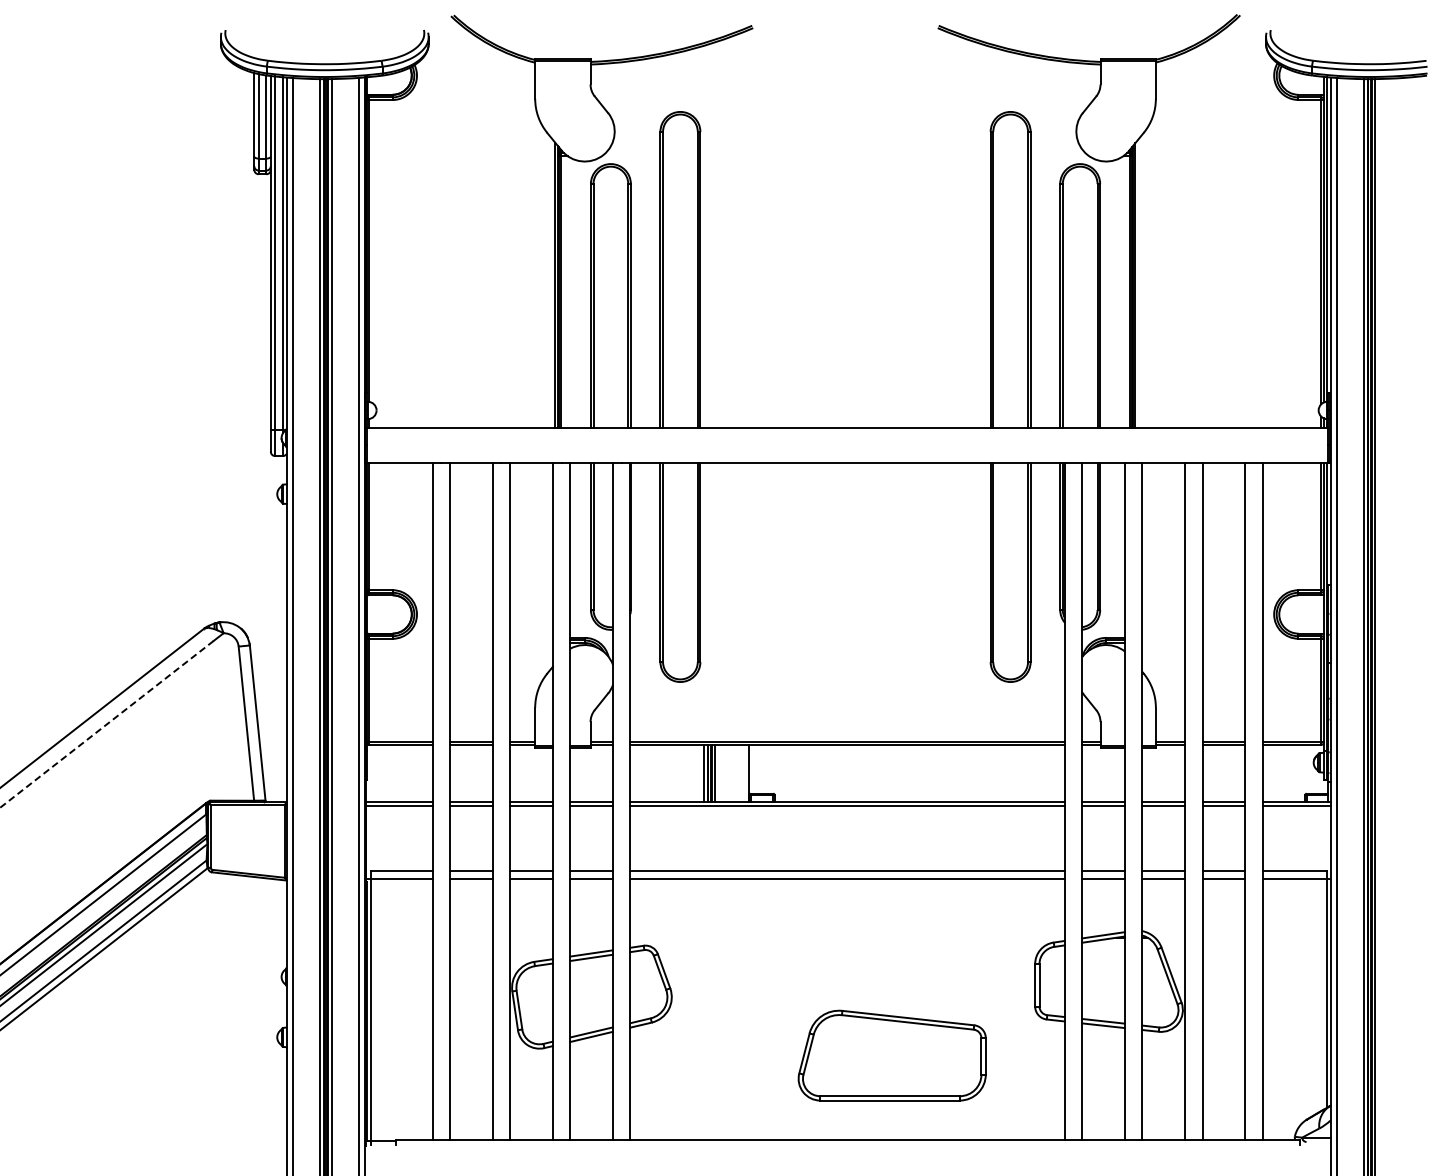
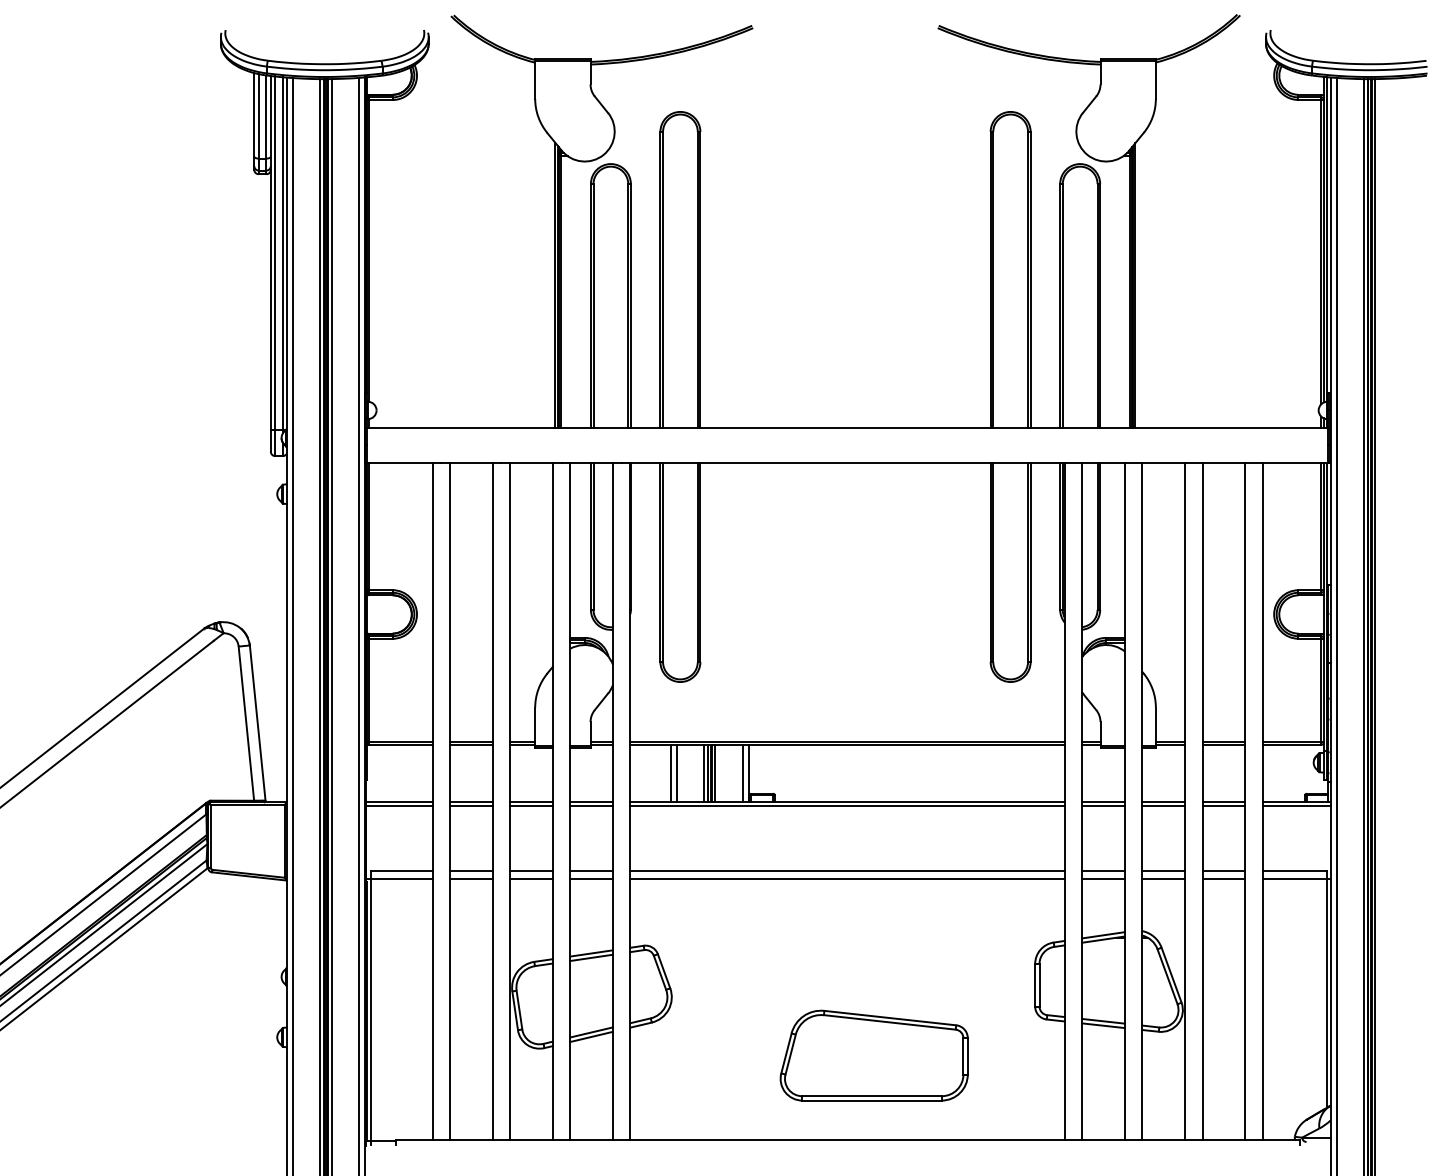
line at (106, 724): dashed -> solid
line at (670, 773): none -> present
line at (676, 773): none -> present
line at (742, 773): none -> present
part at (891, 1055) position: (891, 1055) -> (873, 1055)
